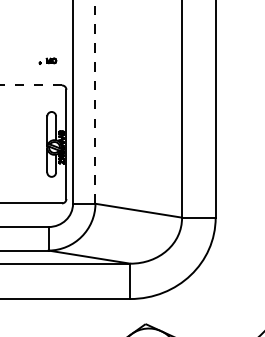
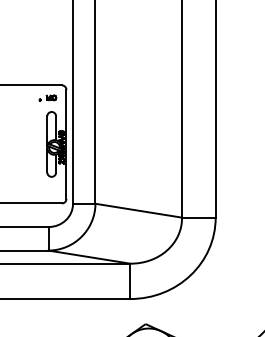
part at (47, 60) position: (47, 60) -> (47, 97)
line at (31, 85): dashed -> solid
line at (95, 101): dashed -> solid
